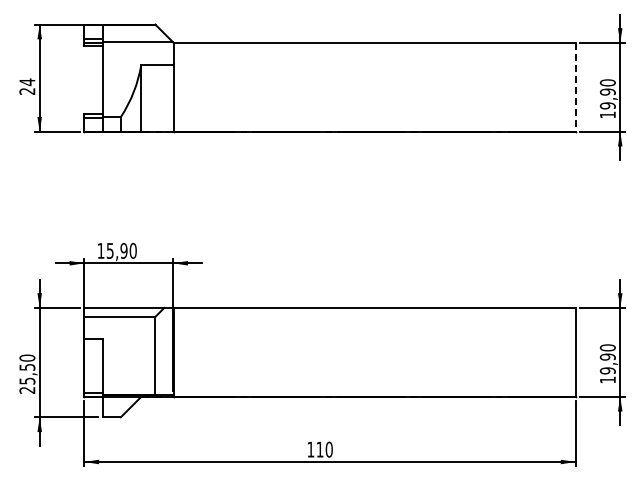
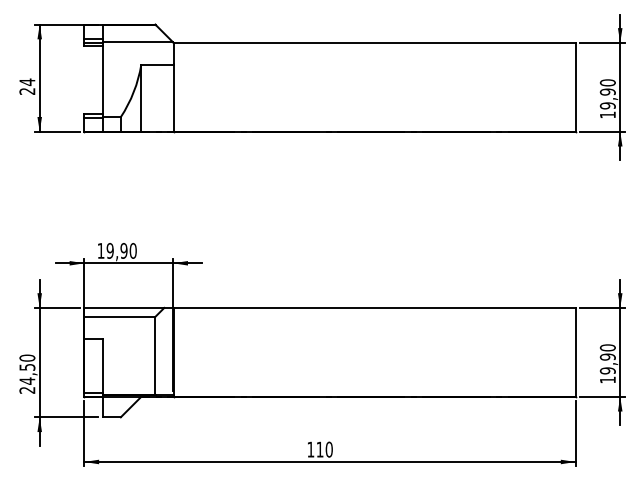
line at (575, 87): dashed -> solid
text at (109, 250): 15,90 -> 19,90
text at (27, 380): 25,50 -> 24,50
